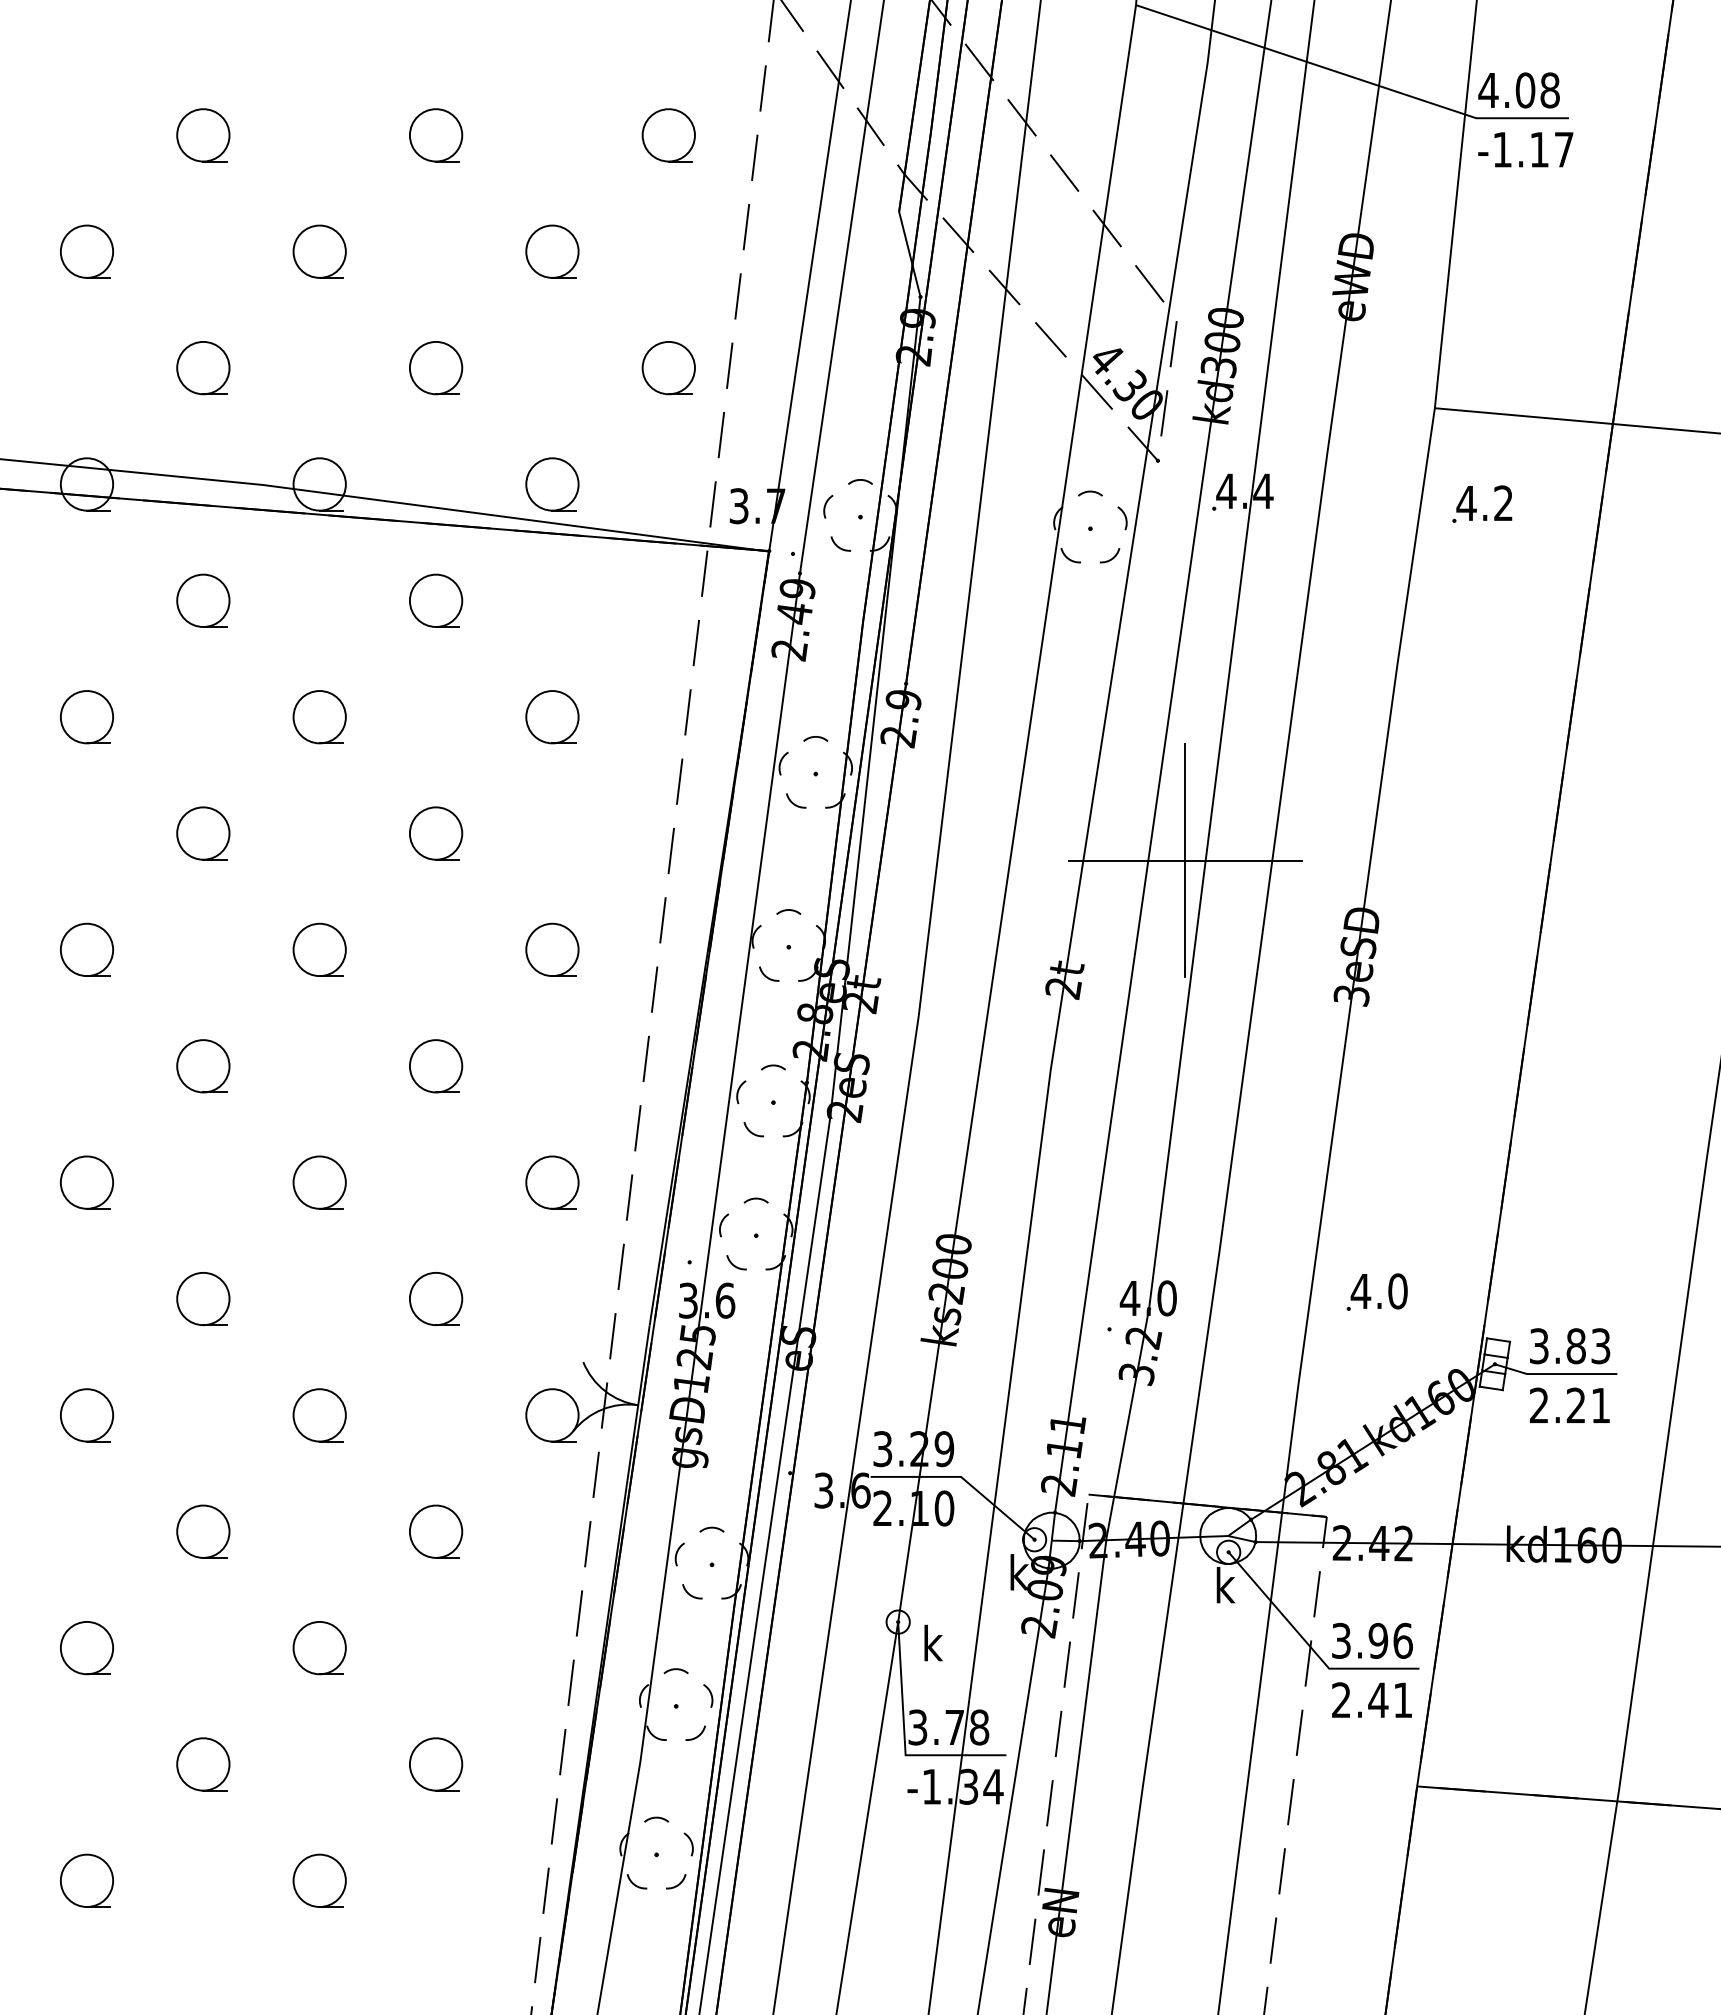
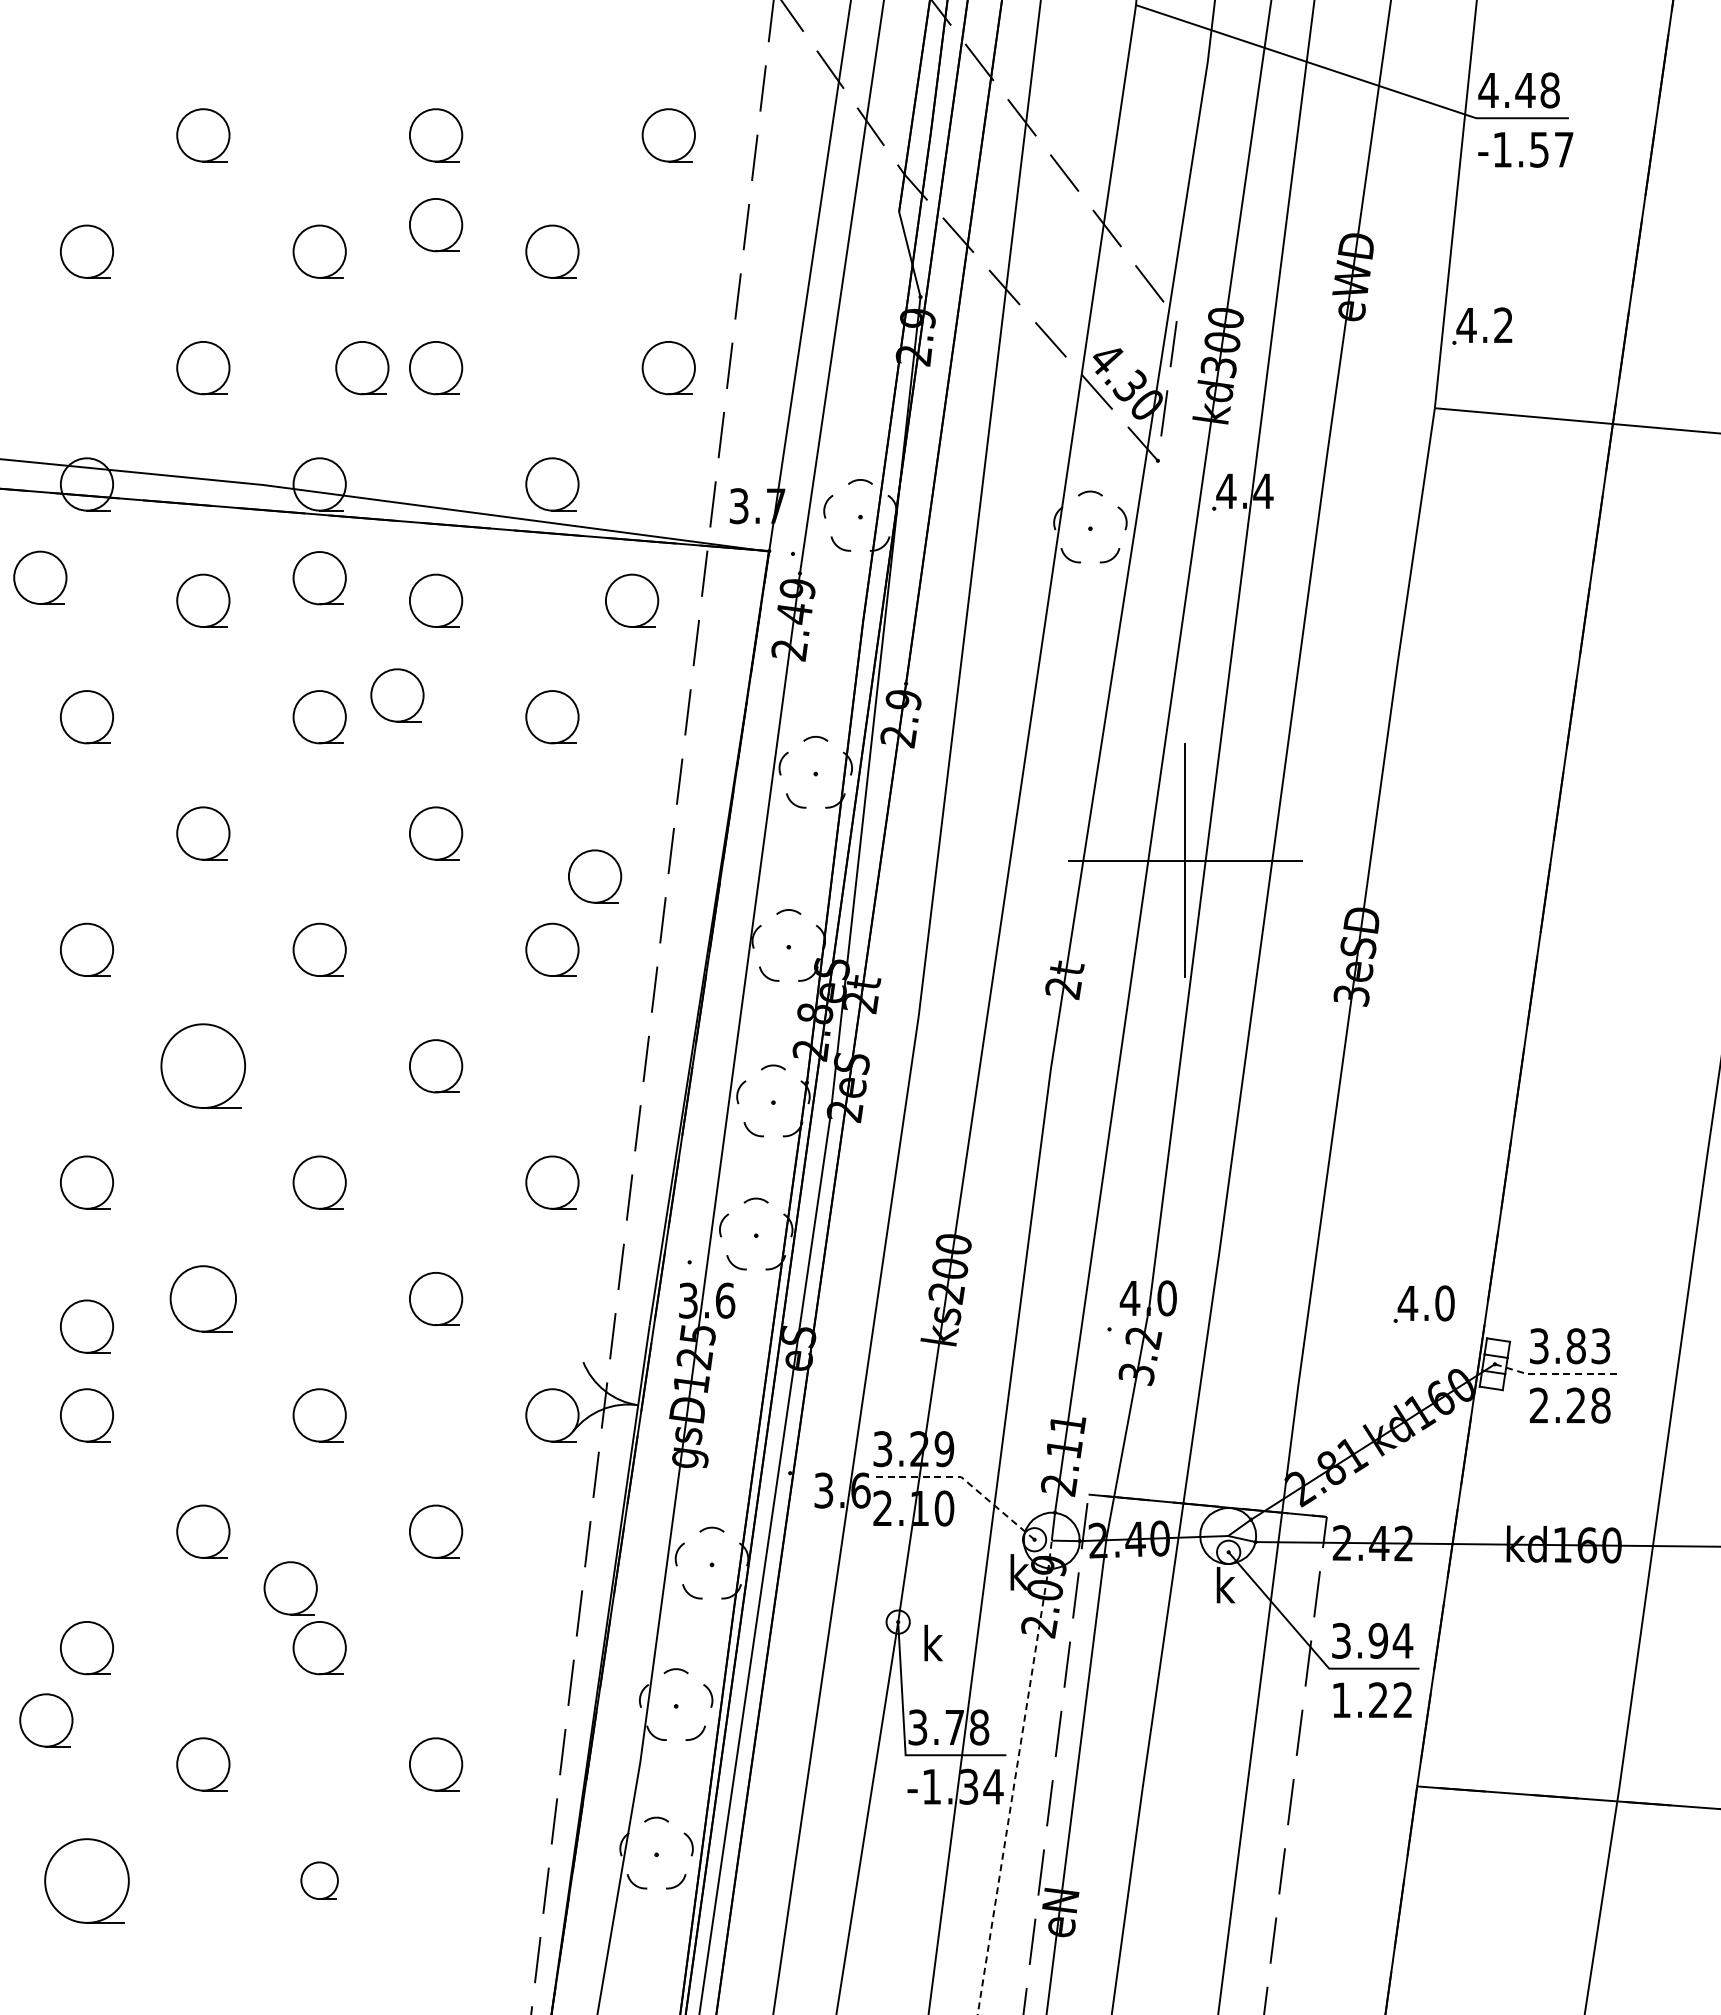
text at (1525, 90): 4.08 -> 4.48
text at (1539, 149): -1.17 -> -1.57
part at (436, 225): none -> present
part at (362, 368): none -> present
text at (1482, 503) position: (1482, 503) -> (1482, 325)
part at (40, 577): none -> present
part at (319, 578): none -> present
part at (632, 600): none -> present
part at (397, 695): none -> present
part at (595, 876): none -> present
part at (203, 1066) size: 55x55 px -> 86x86 px
text at (1376, 1291) position: (1376, 1291) -> (1423, 1303)
part at (203, 1299) size: 55x55 px -> 68x68 px
part at (86, 1326): none -> present
line at (1554, 1374): solid -> dashed
text at (1600, 1405): 2.21 -> 2.28
line at (962, 1478): solid -> dashed
part at (290, 1588): none -> present
text at (1402, 1640): 3.96 -> 3.94
text at (1371, 1699): 2.41 -> 1.22
part at (46, 1720): none -> present
line at (1015, 1776): solid -> dashed
part at (86, 1880) size: 54x55 px -> 86x86 px
part at (319, 1880) size: 55x55 px -> 39x39 px
